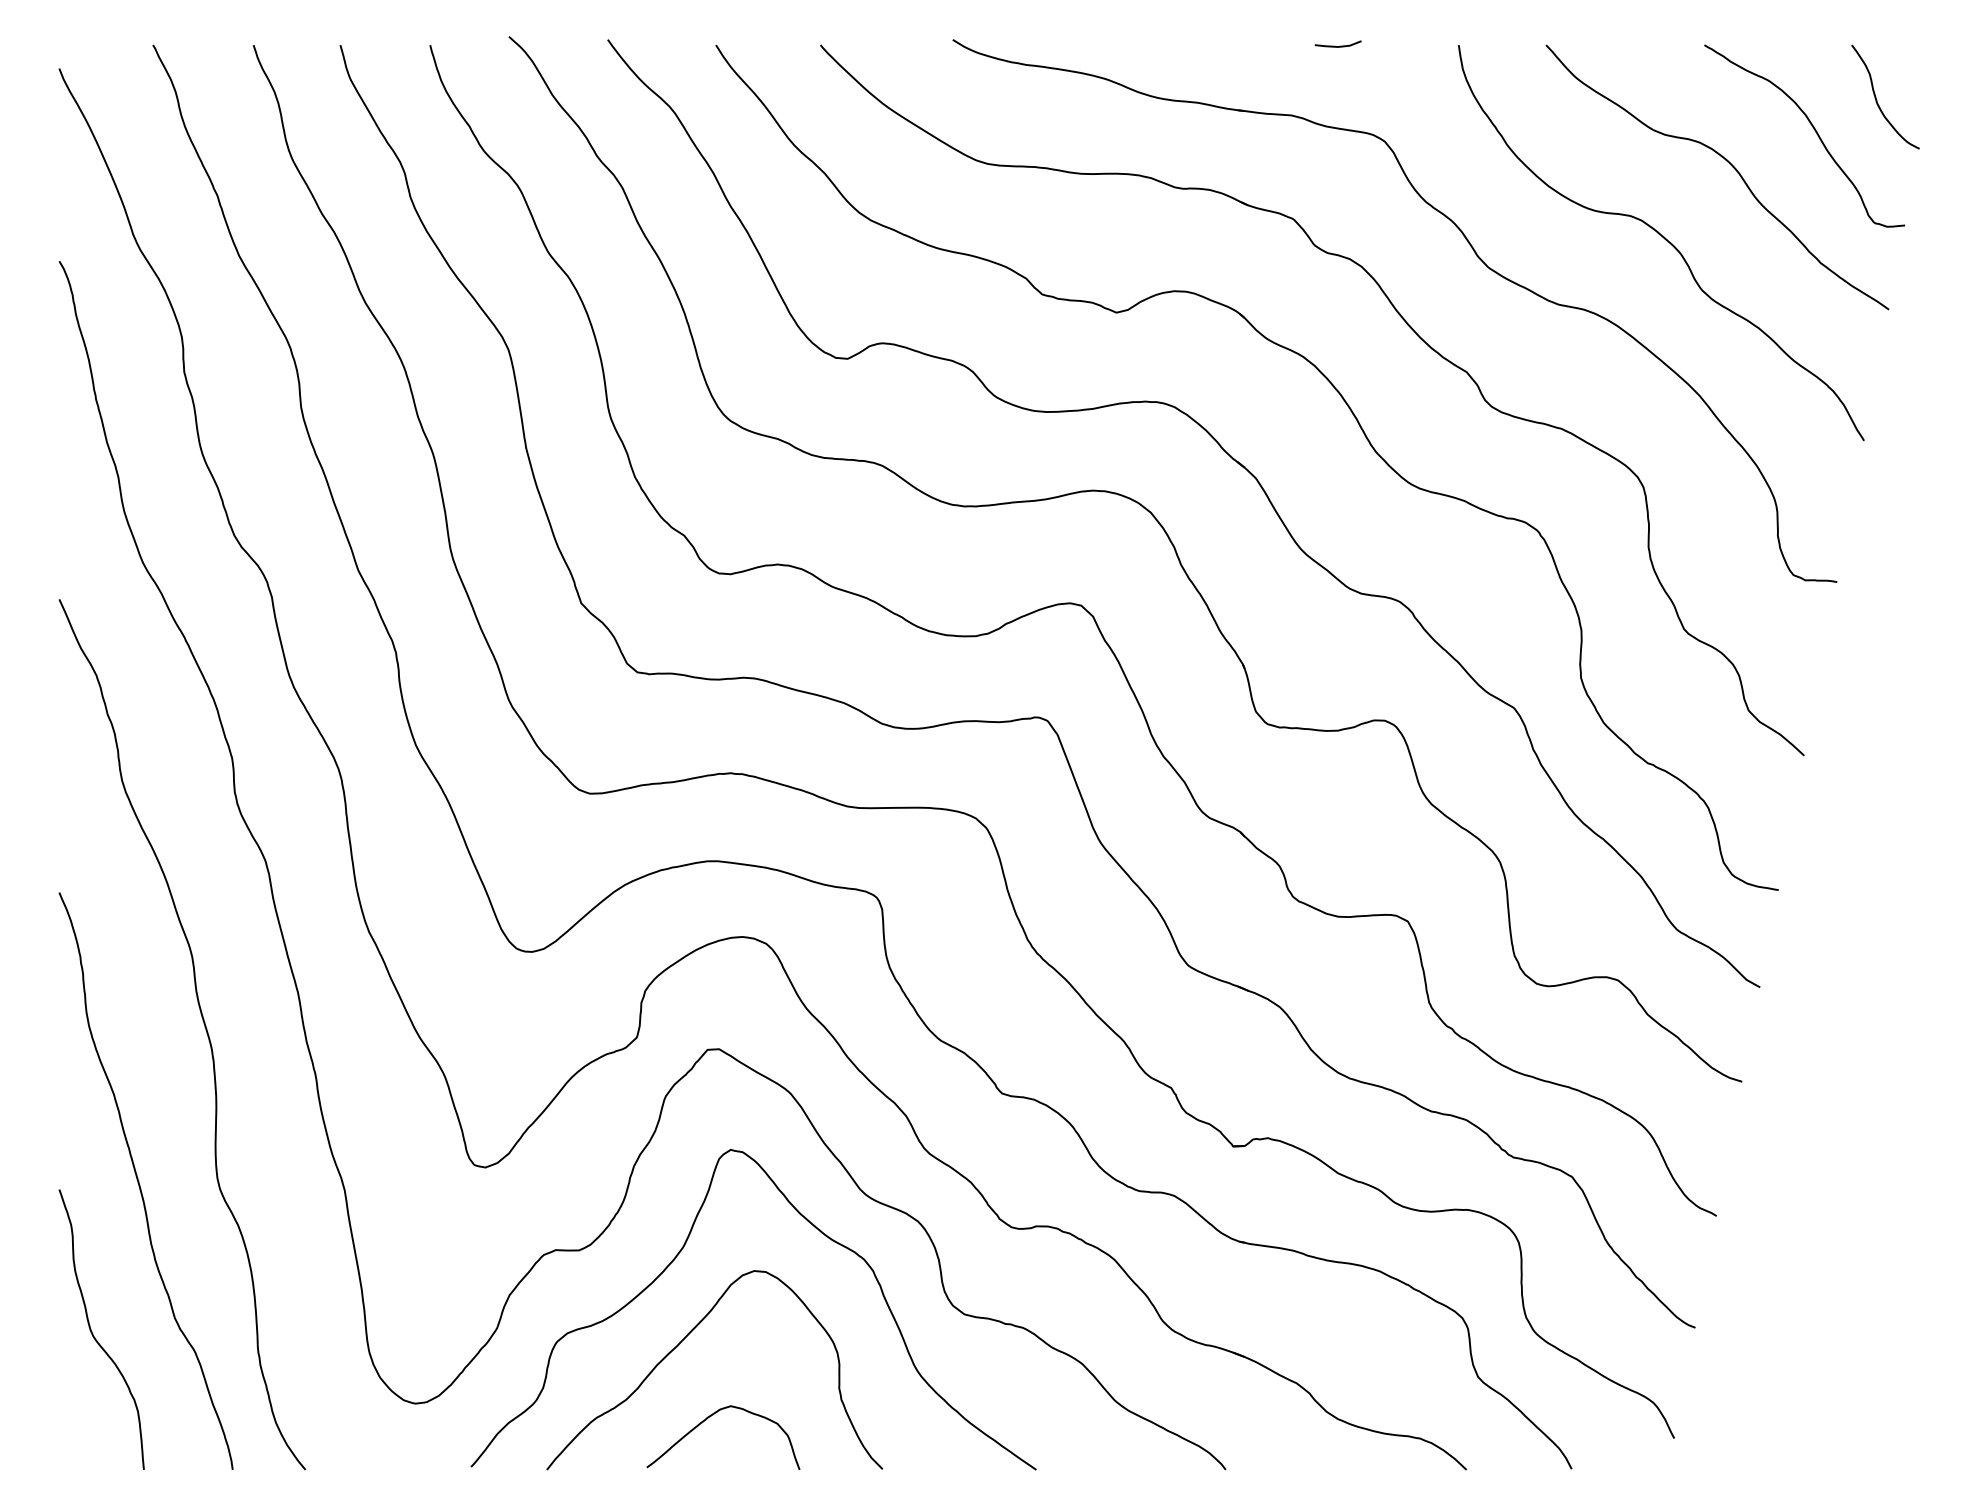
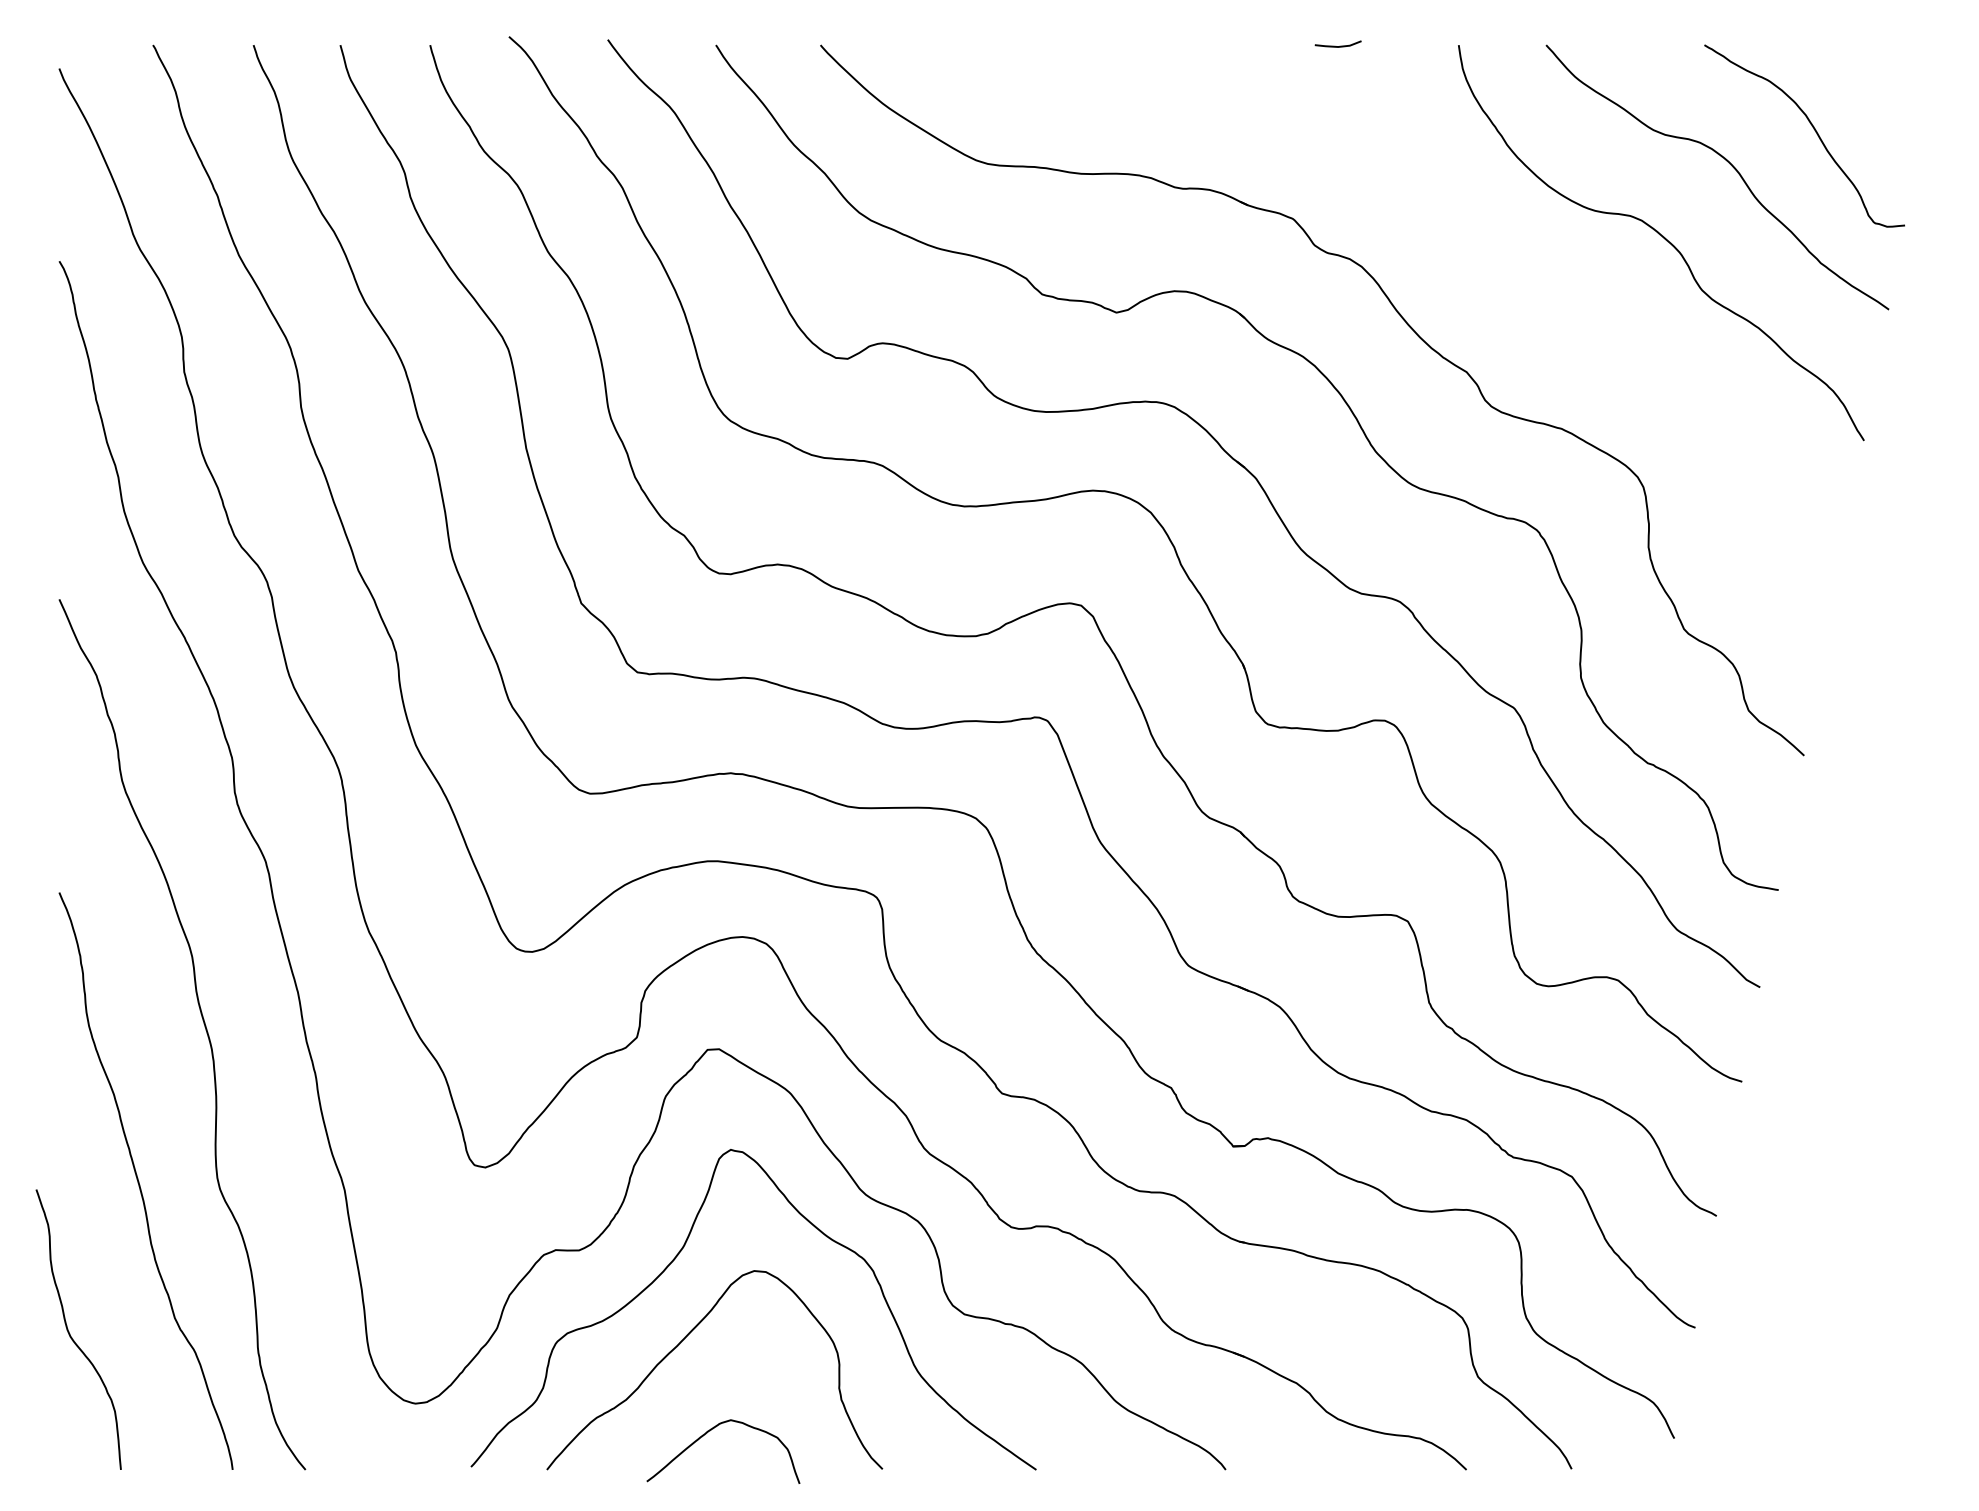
curve at (1877, 100): present -> none
part at (1476, 256): present -> none
curve at (93, 1333) position: (93, 1333) -> (70, 1333)
curve at (710, 1417) position: (710, 1417) -> (710, 1431)
